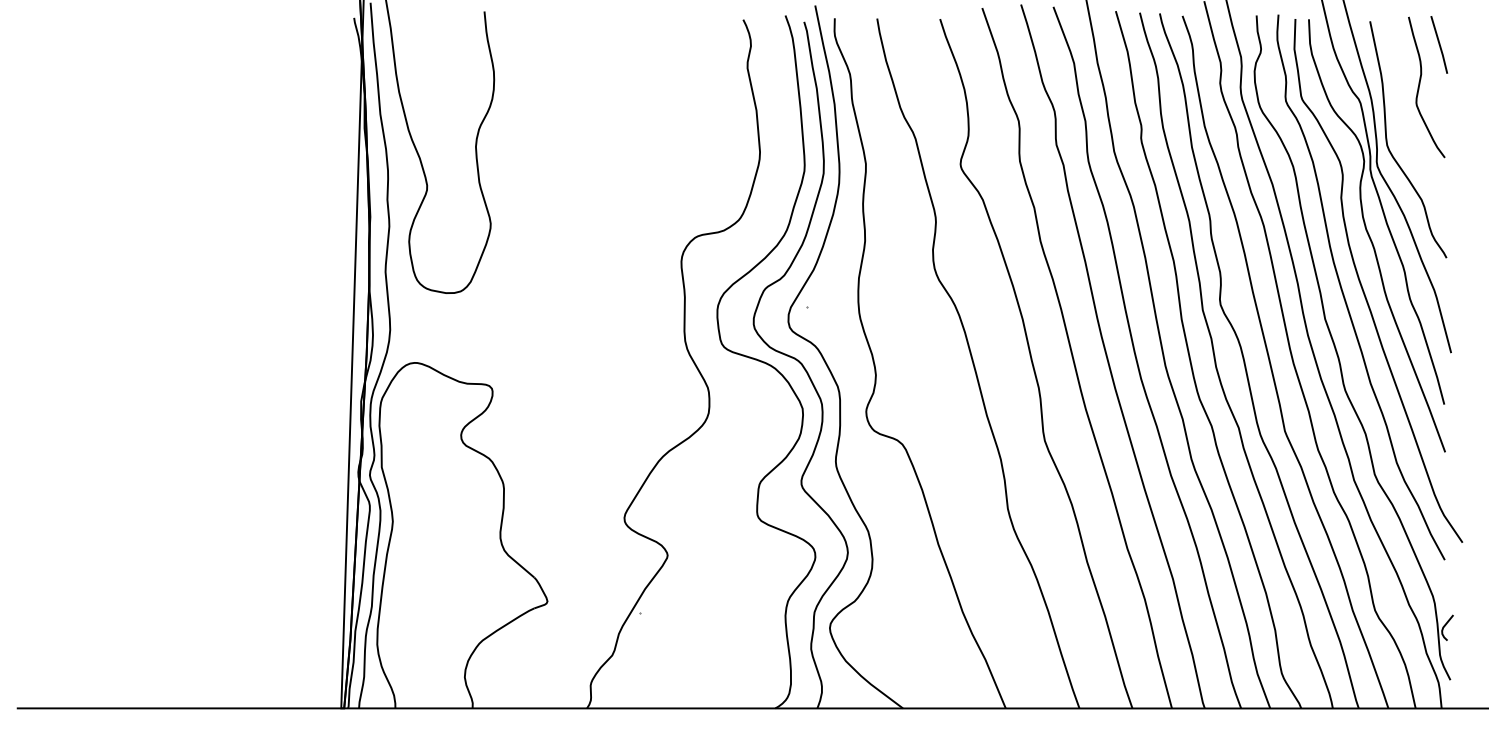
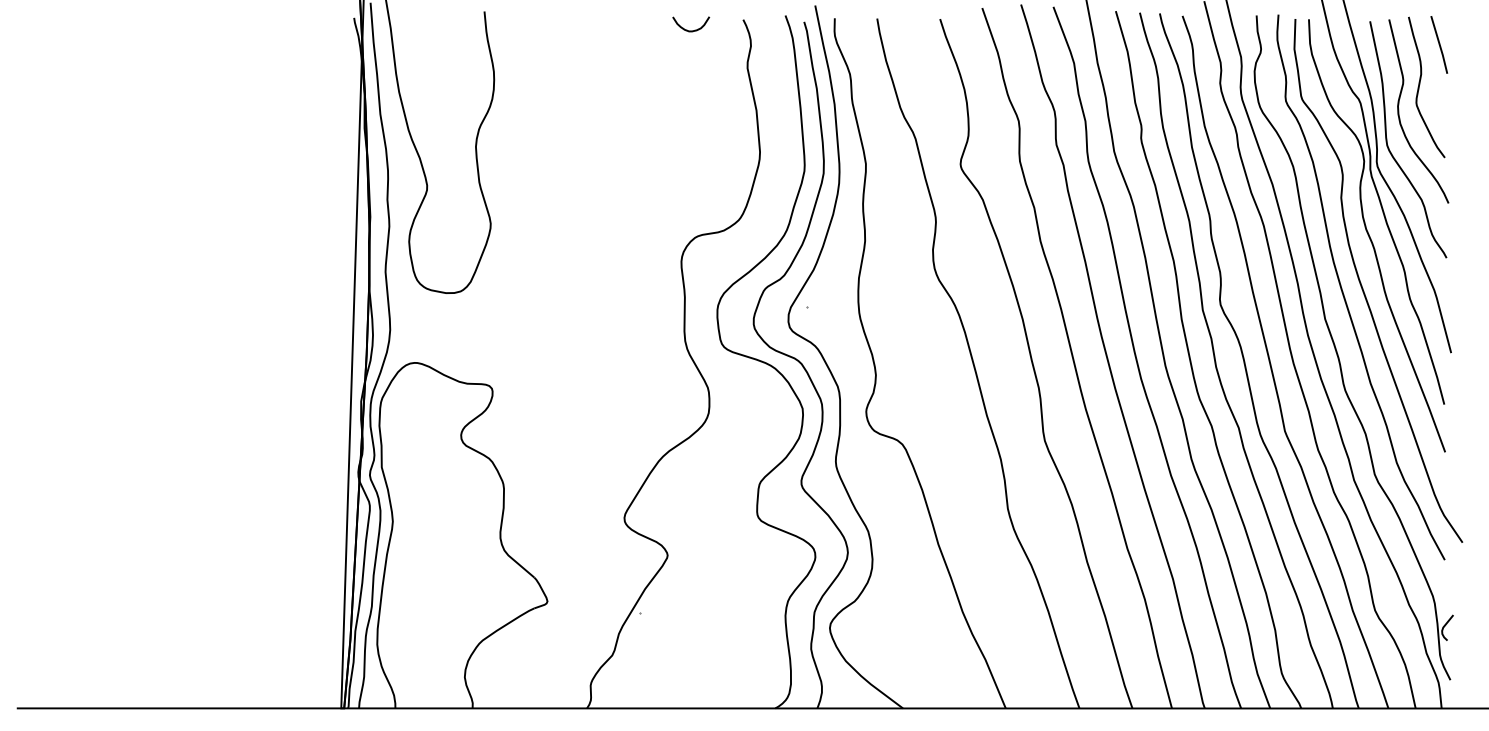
curve at (691, 30): none -> present
curve at (1399, 111): none -> present
